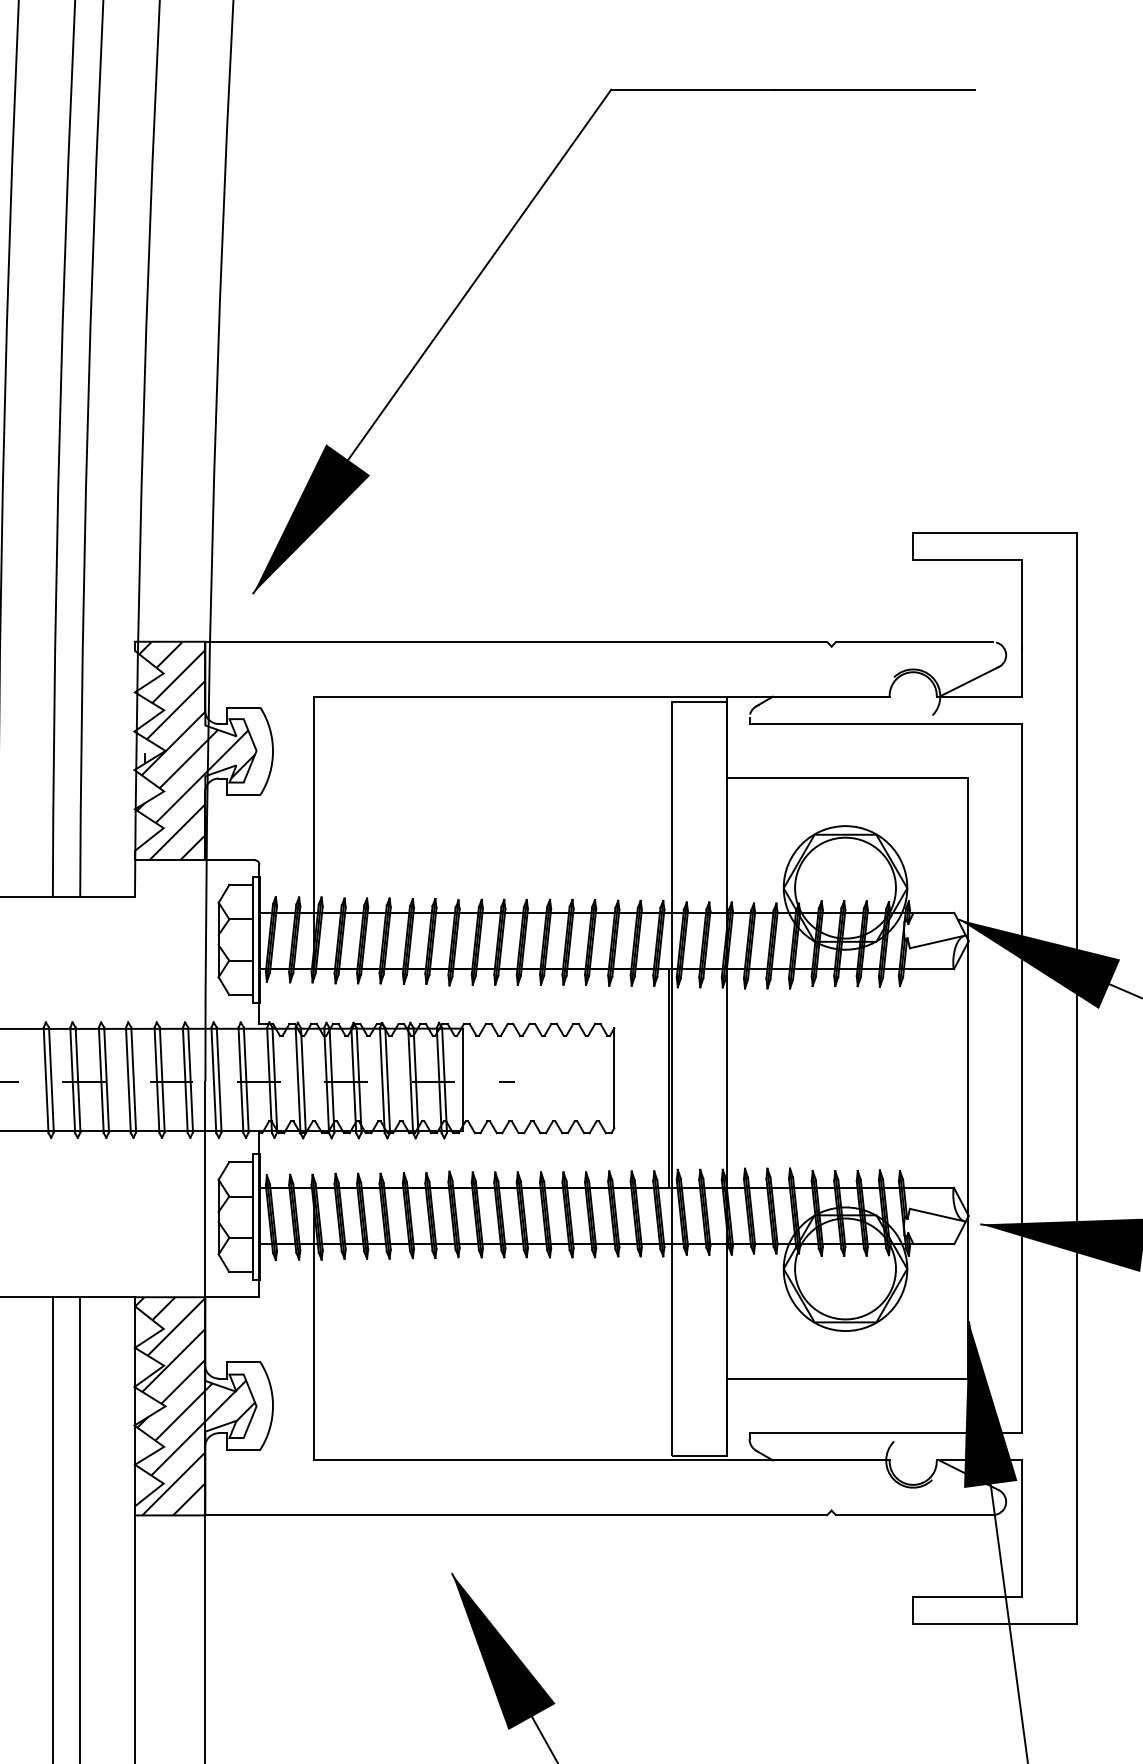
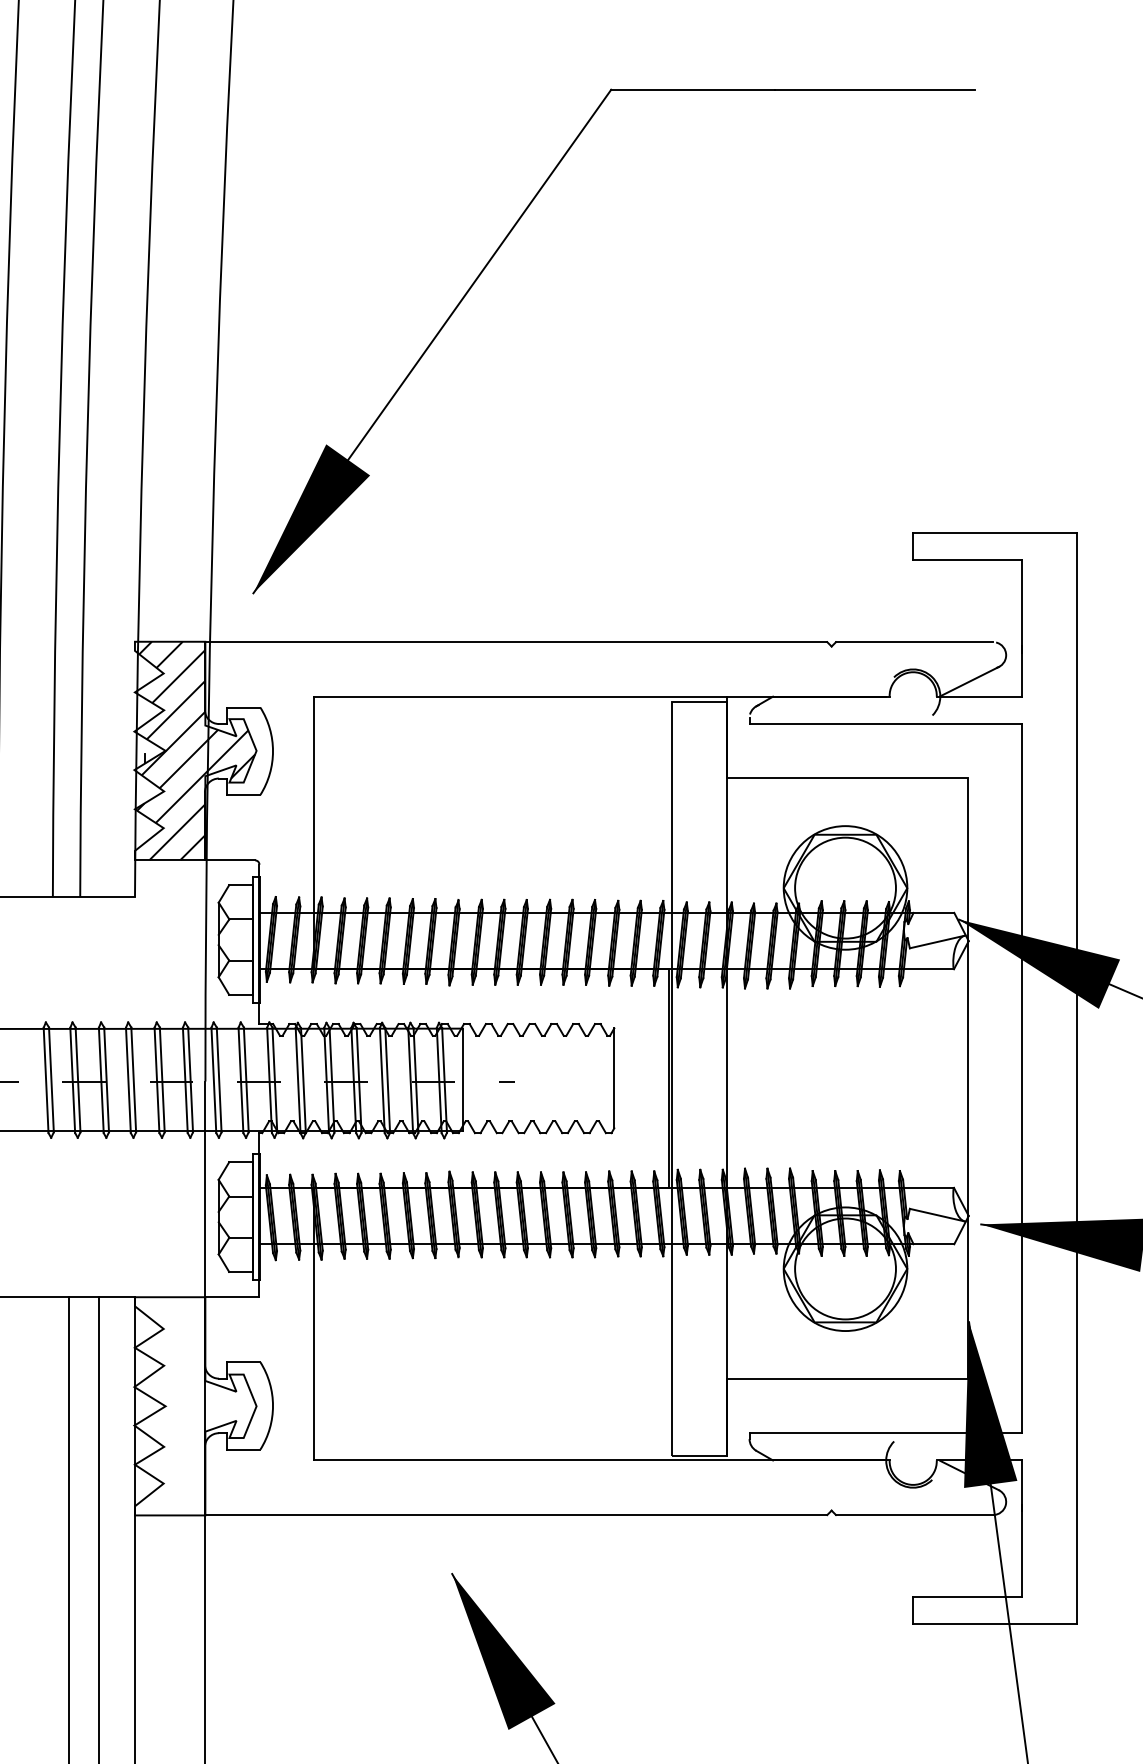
hatch at (195, 1406): present -> none
line at (52, 1528) position: (52, 1528) -> (68, 1528)
line at (80, 1528) position: (80, 1528) -> (99, 1528)
